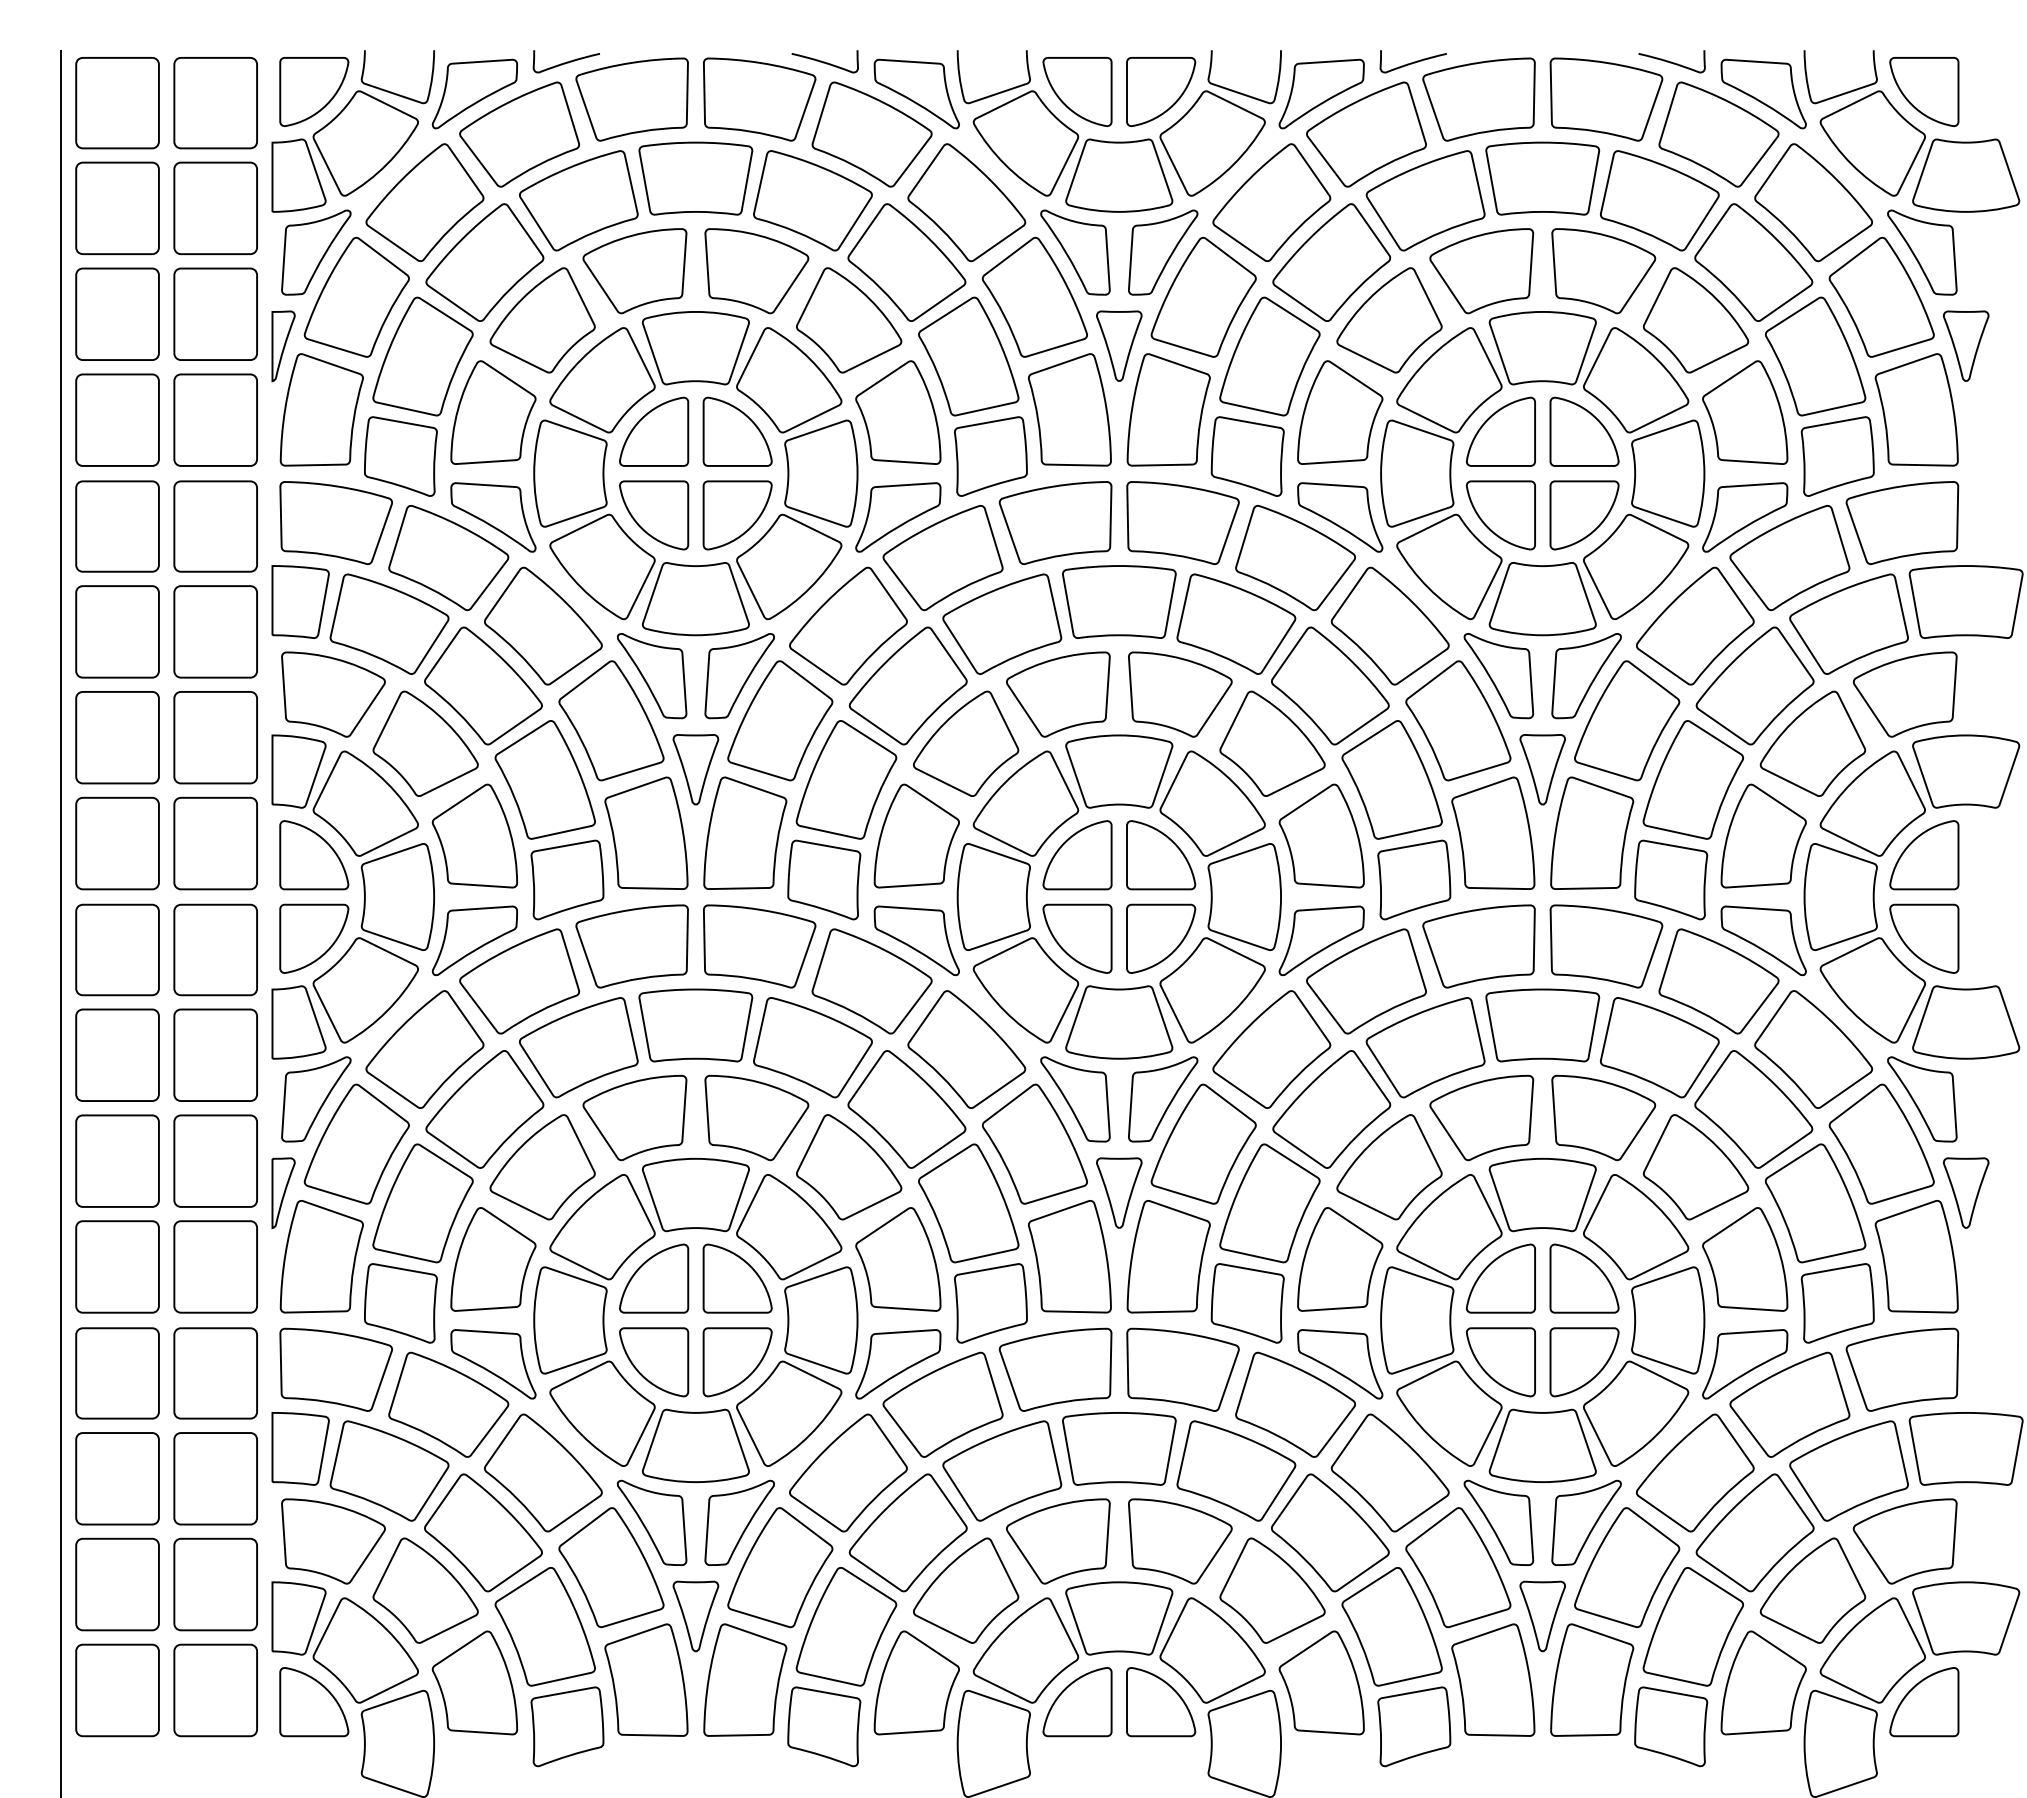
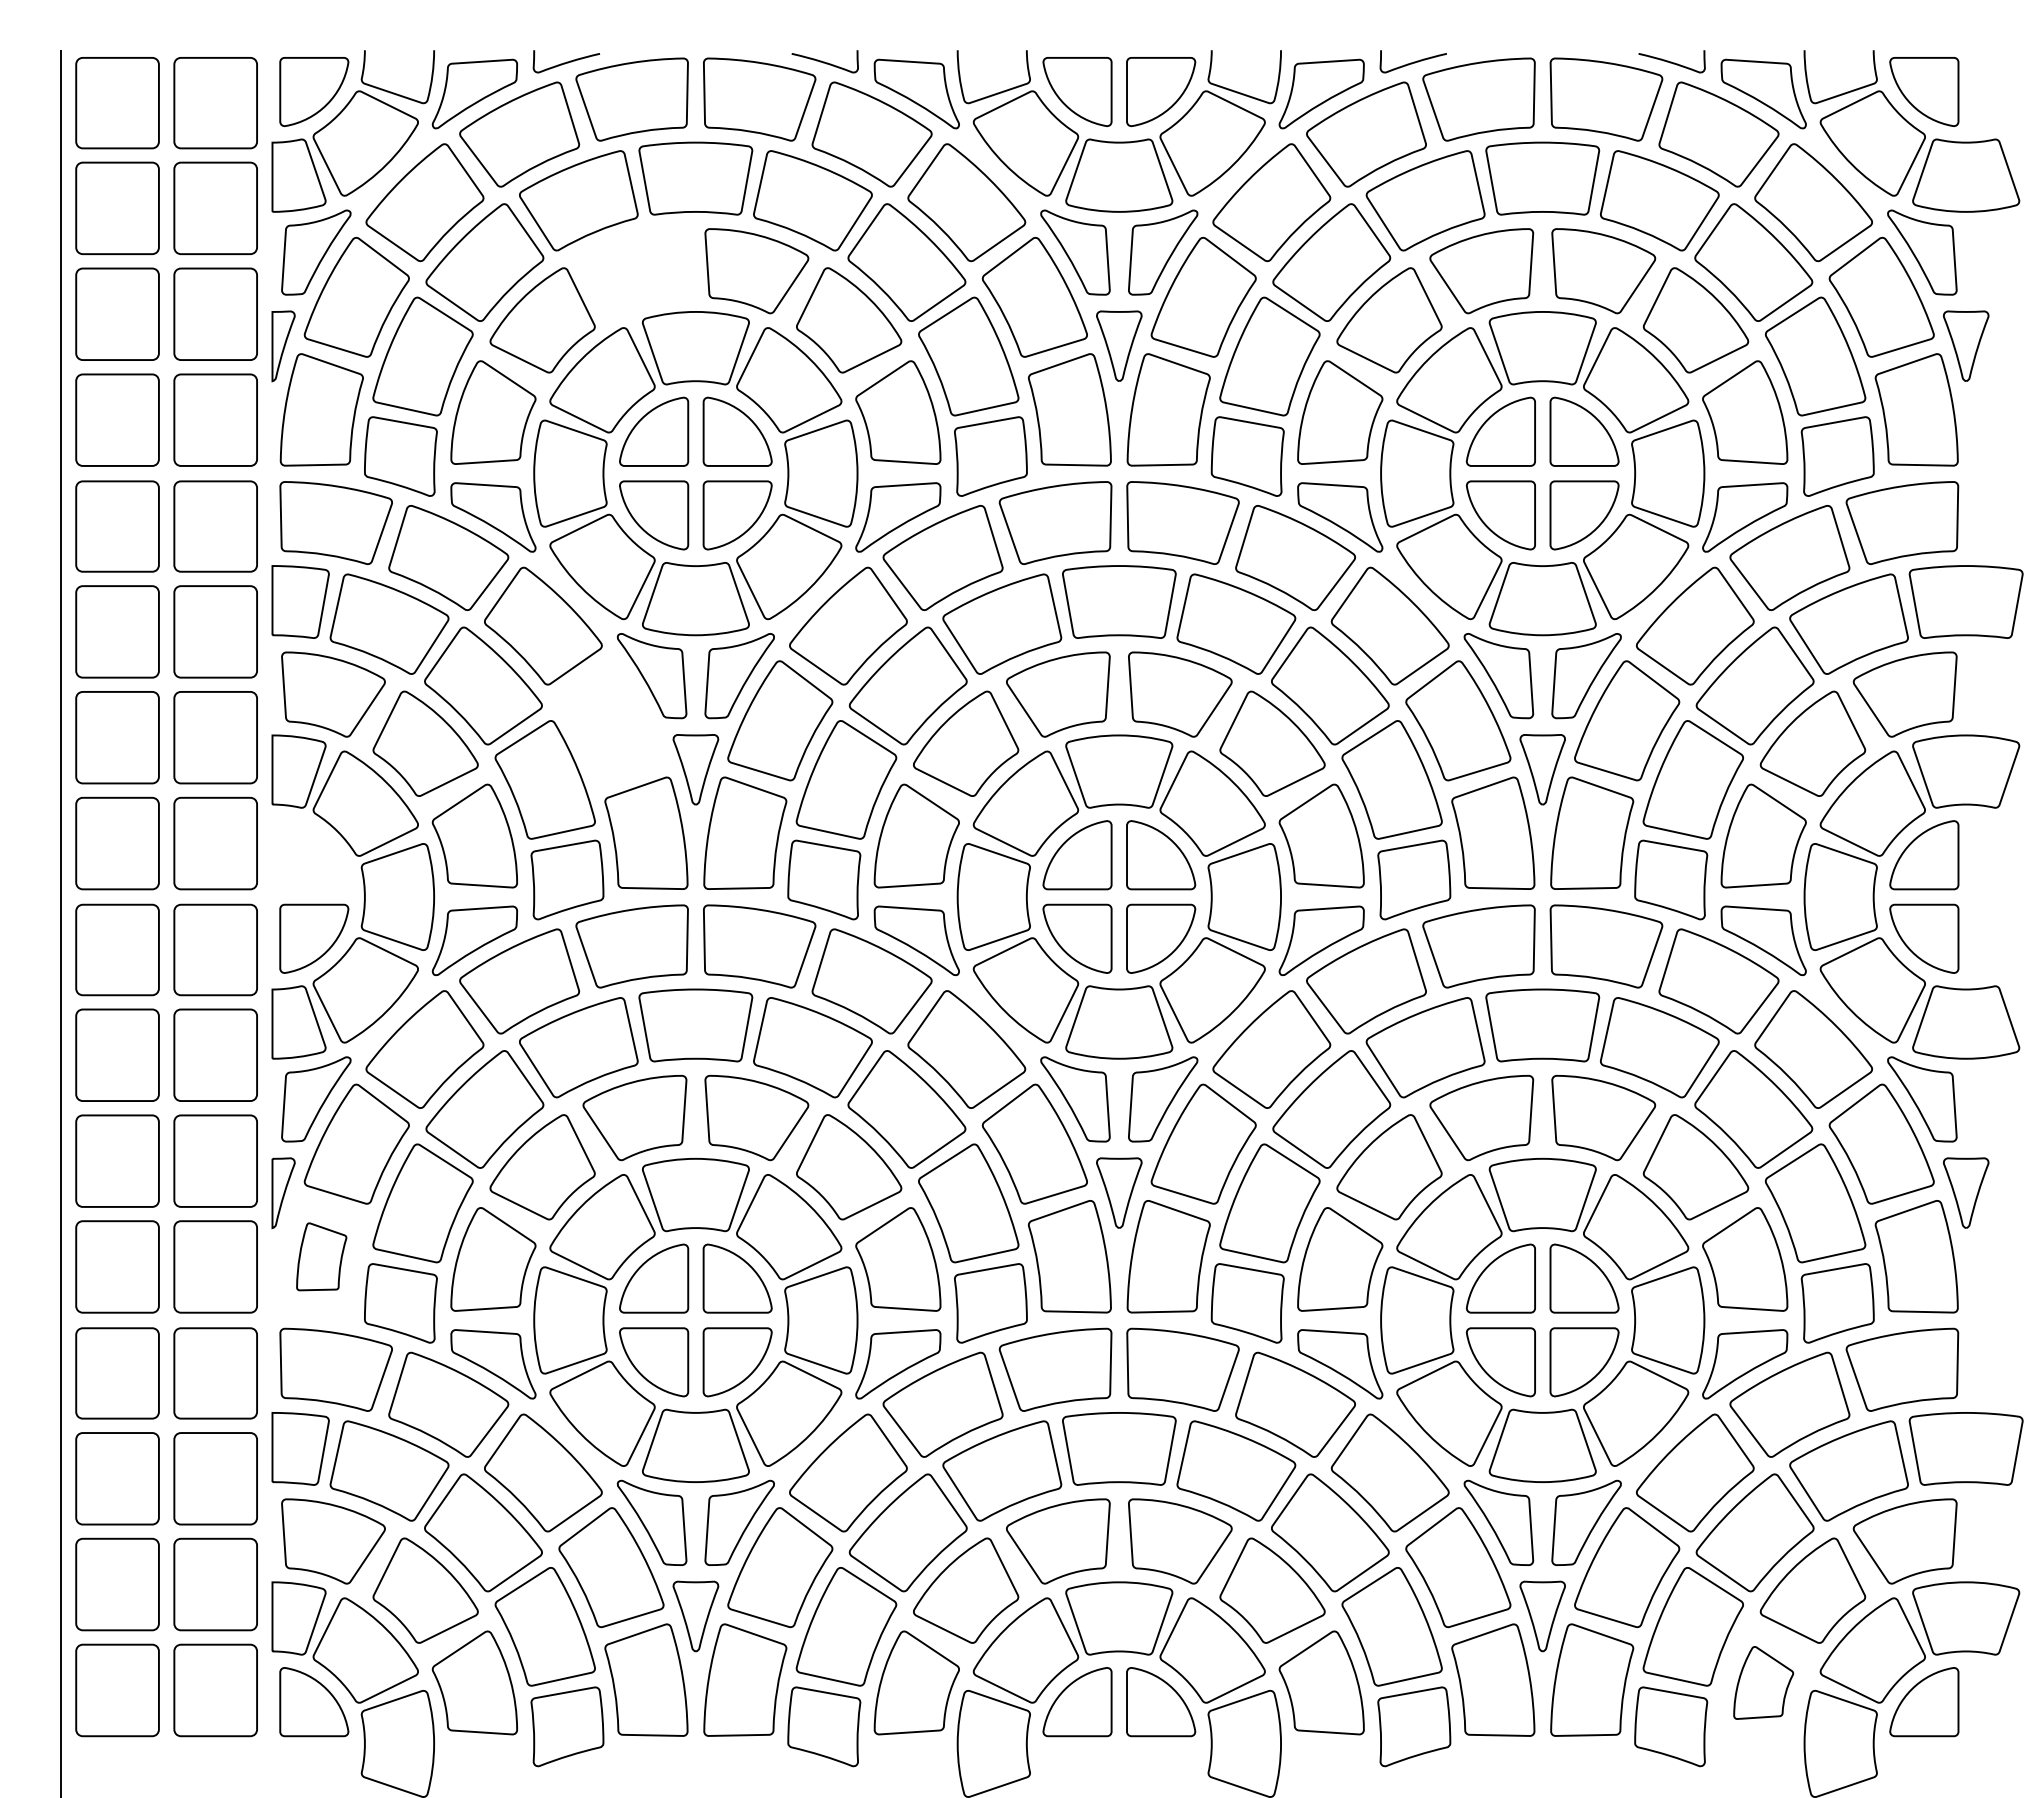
part at (634, 271): present -> none
part at (611, 720): present -> none
part at (314, 855): present -> none
part at (321, 1256) size: 85x114 px -> 52x70 px
part at (1763, 1682) size: 87x106 px -> 62x74 px
